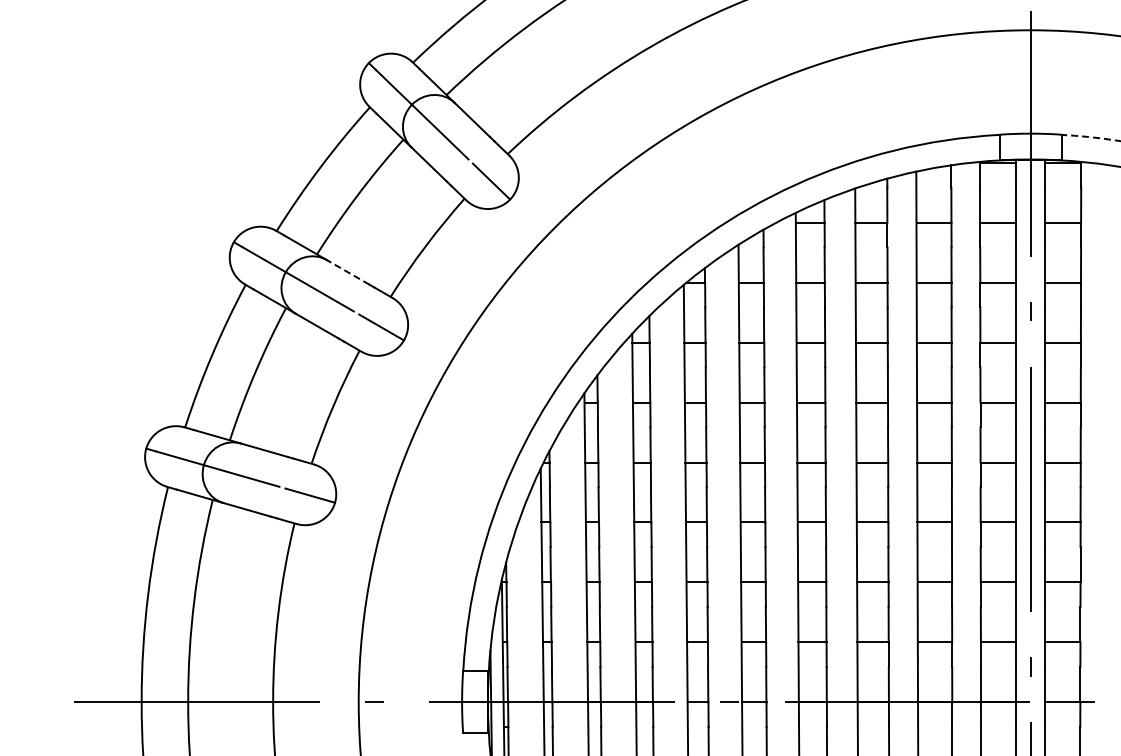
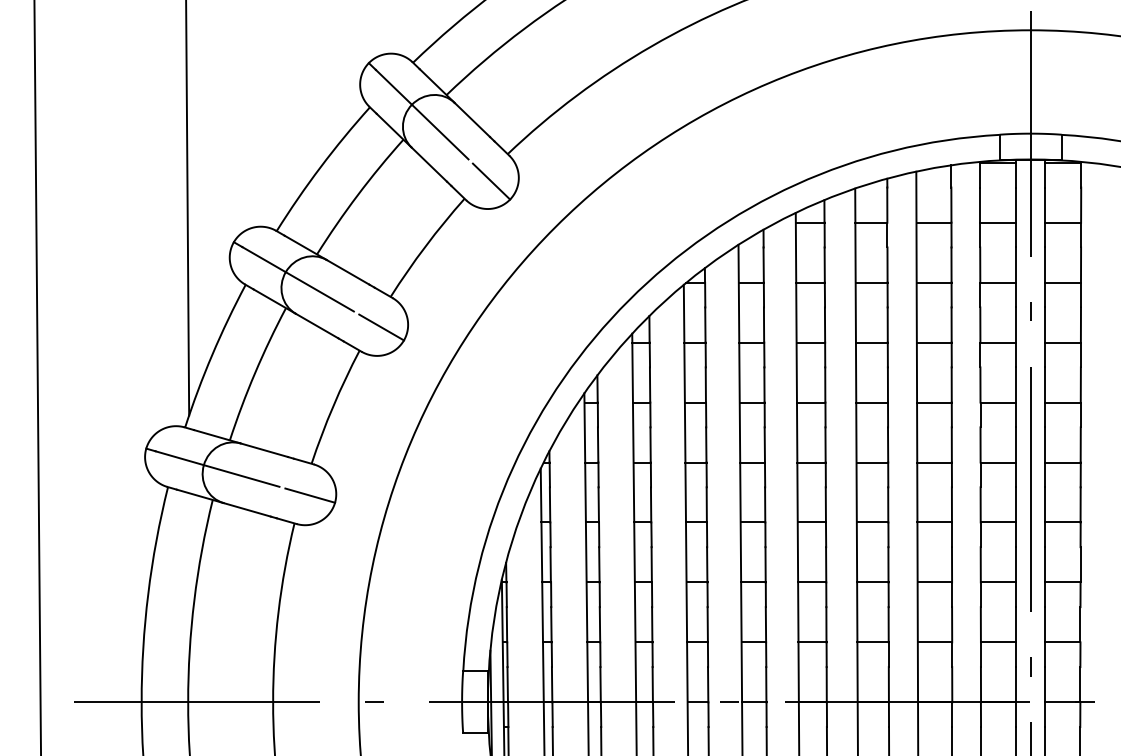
arc at (1091, 137): dashed -> solid
line at (187, 208): none -> present
line at (348, 272): dashed -> solid
line at (37, 377): none -> present
